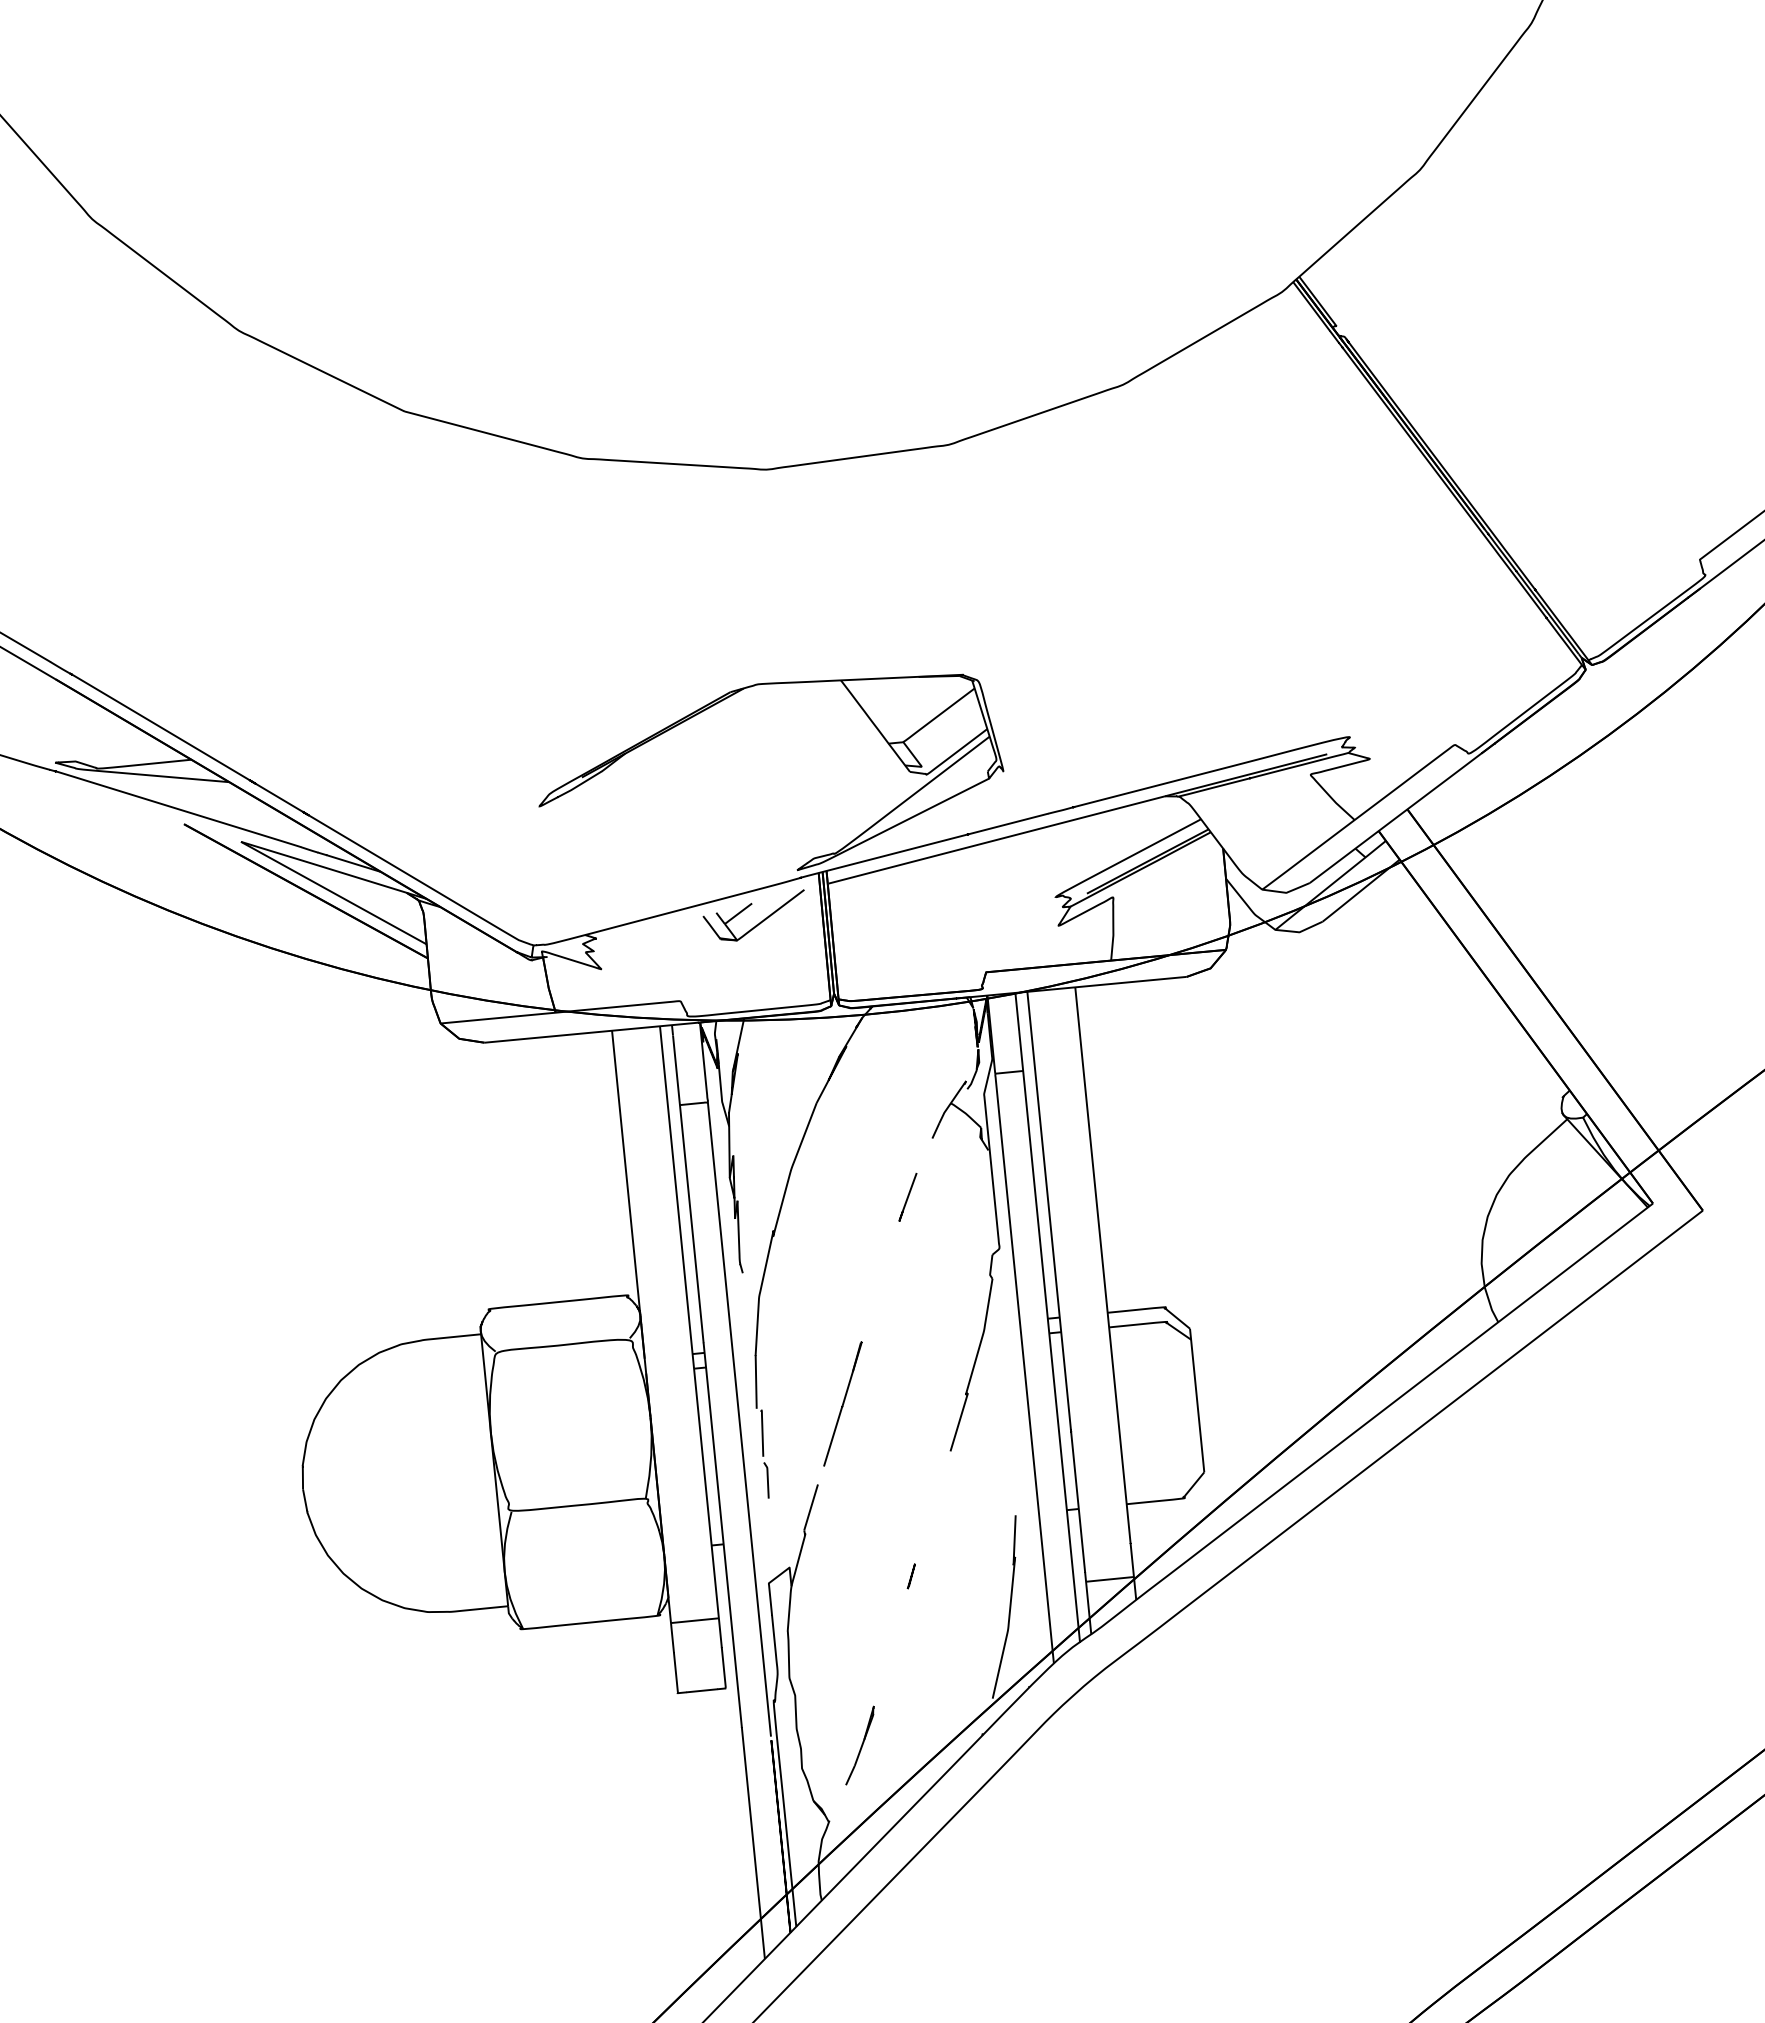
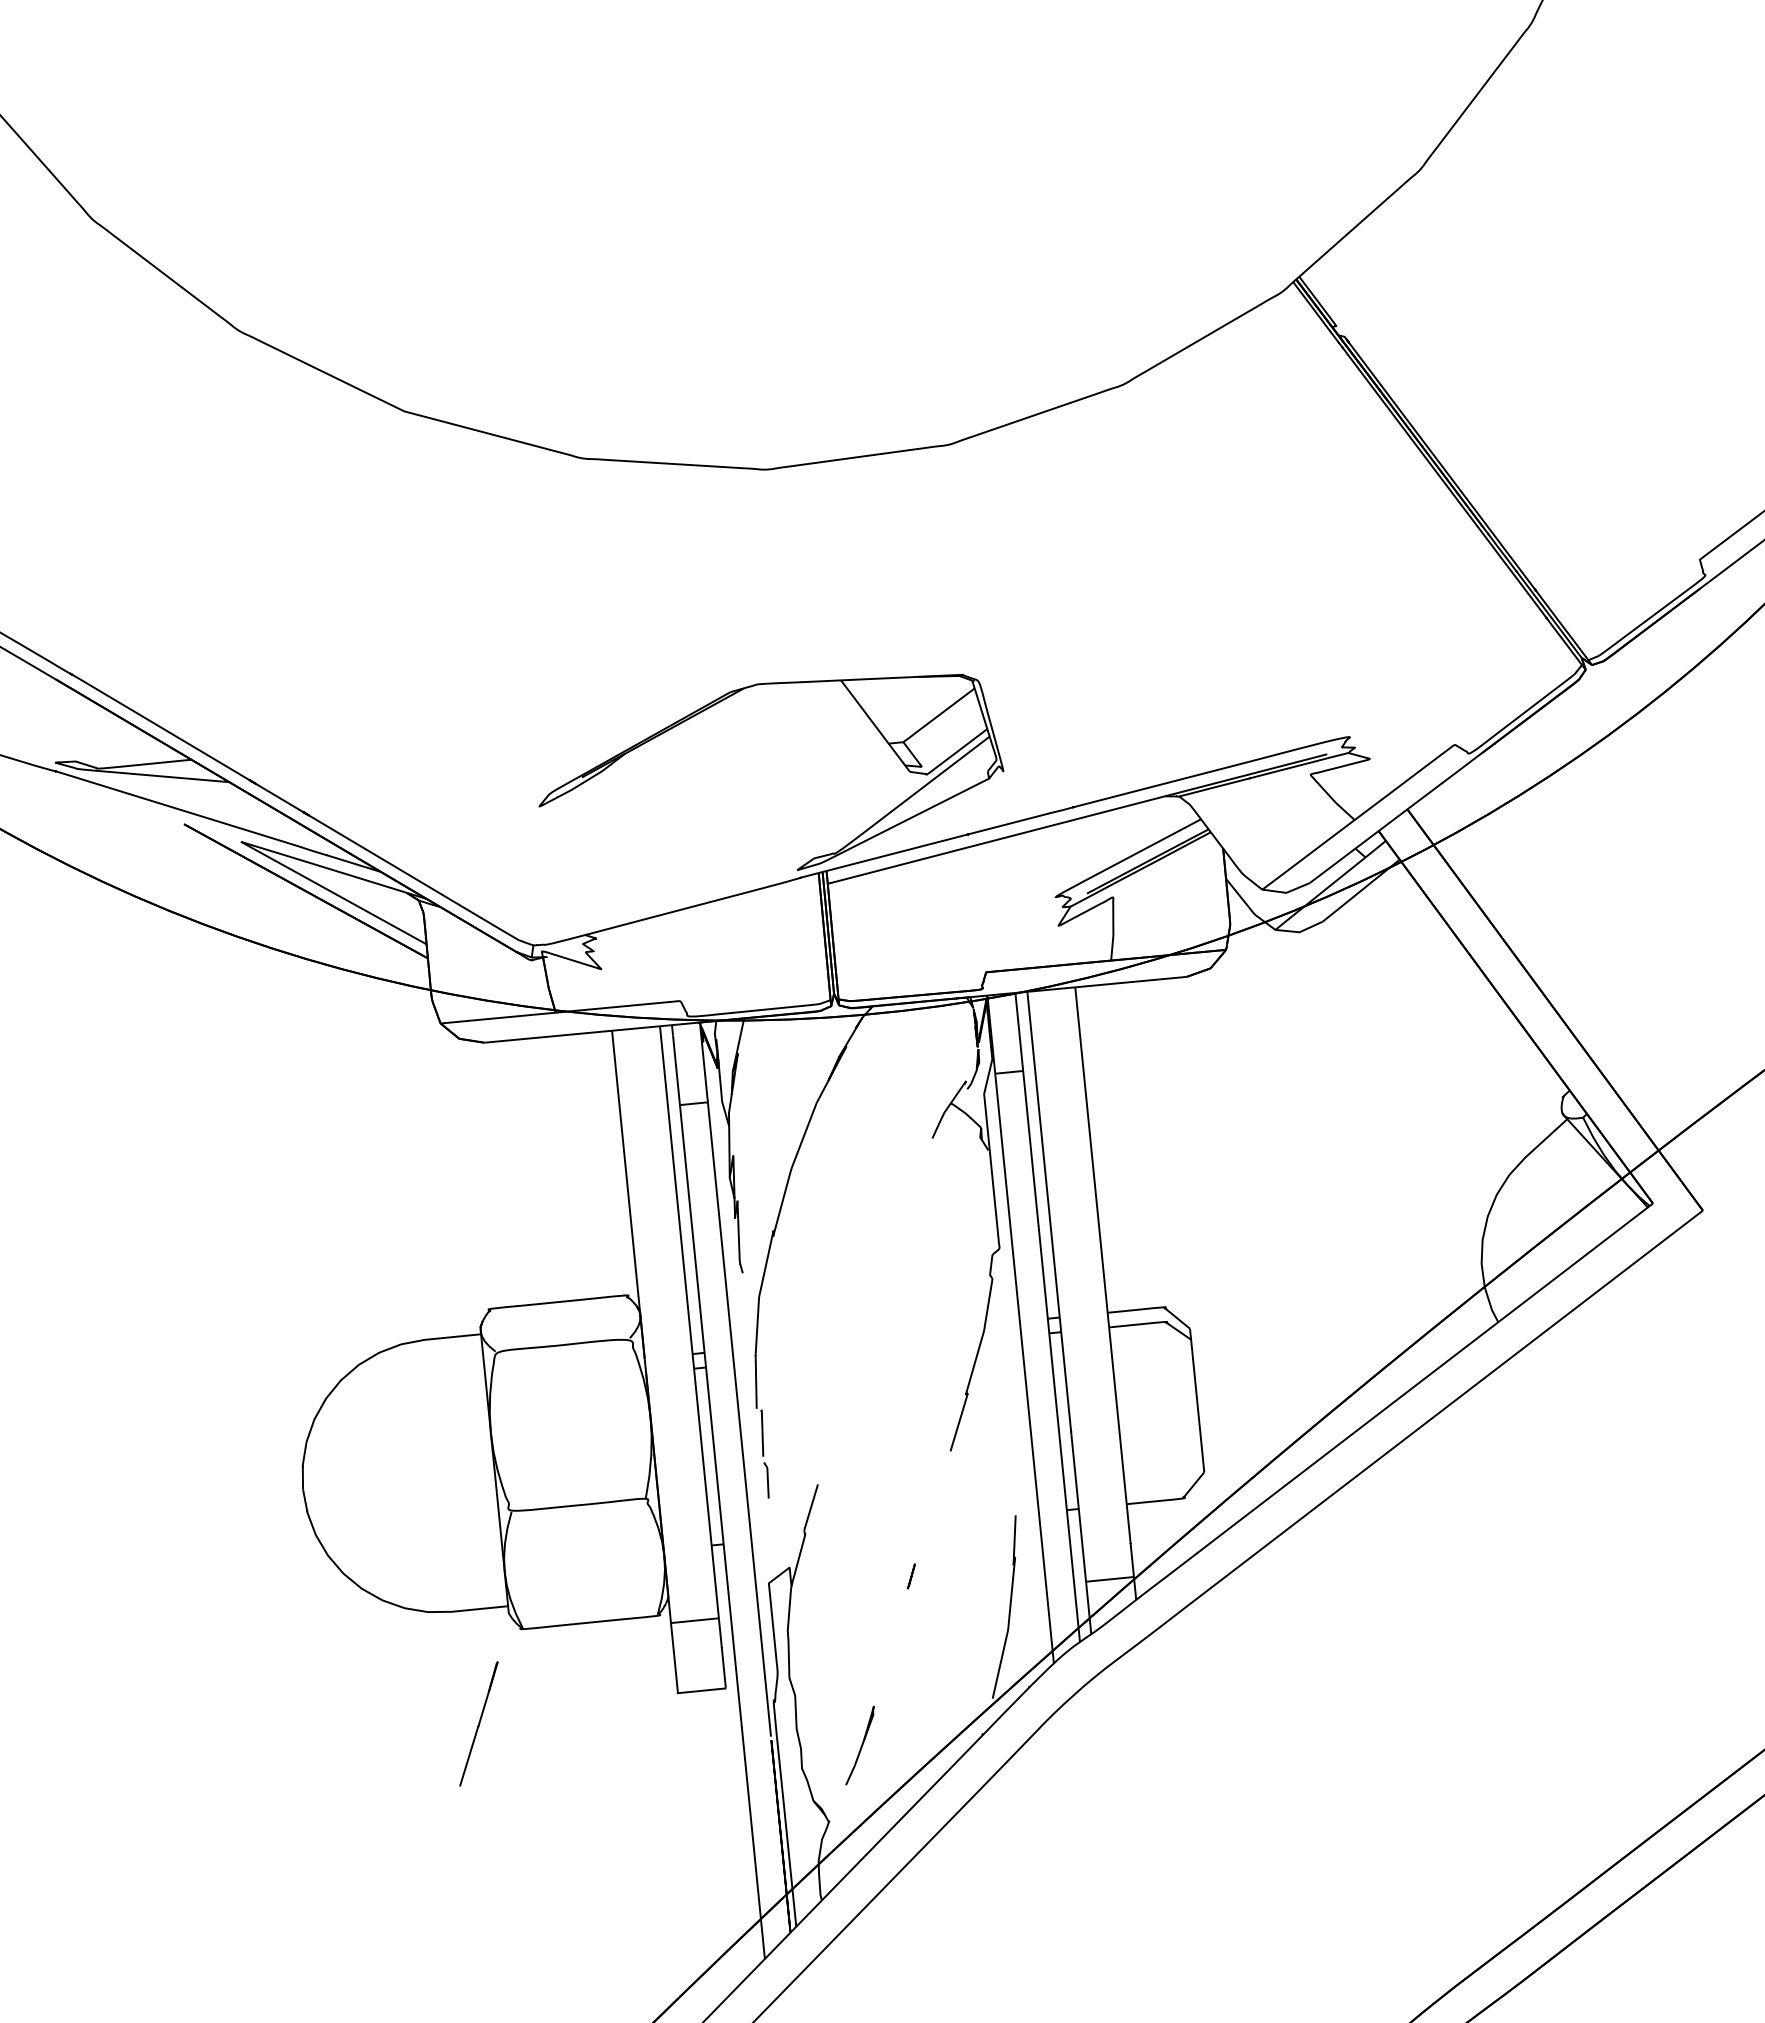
part at (747, 908): present -> none
line at (907, 1197): present -> none
line at (842, 1403) position: (842, 1403) -> (478, 1723)
